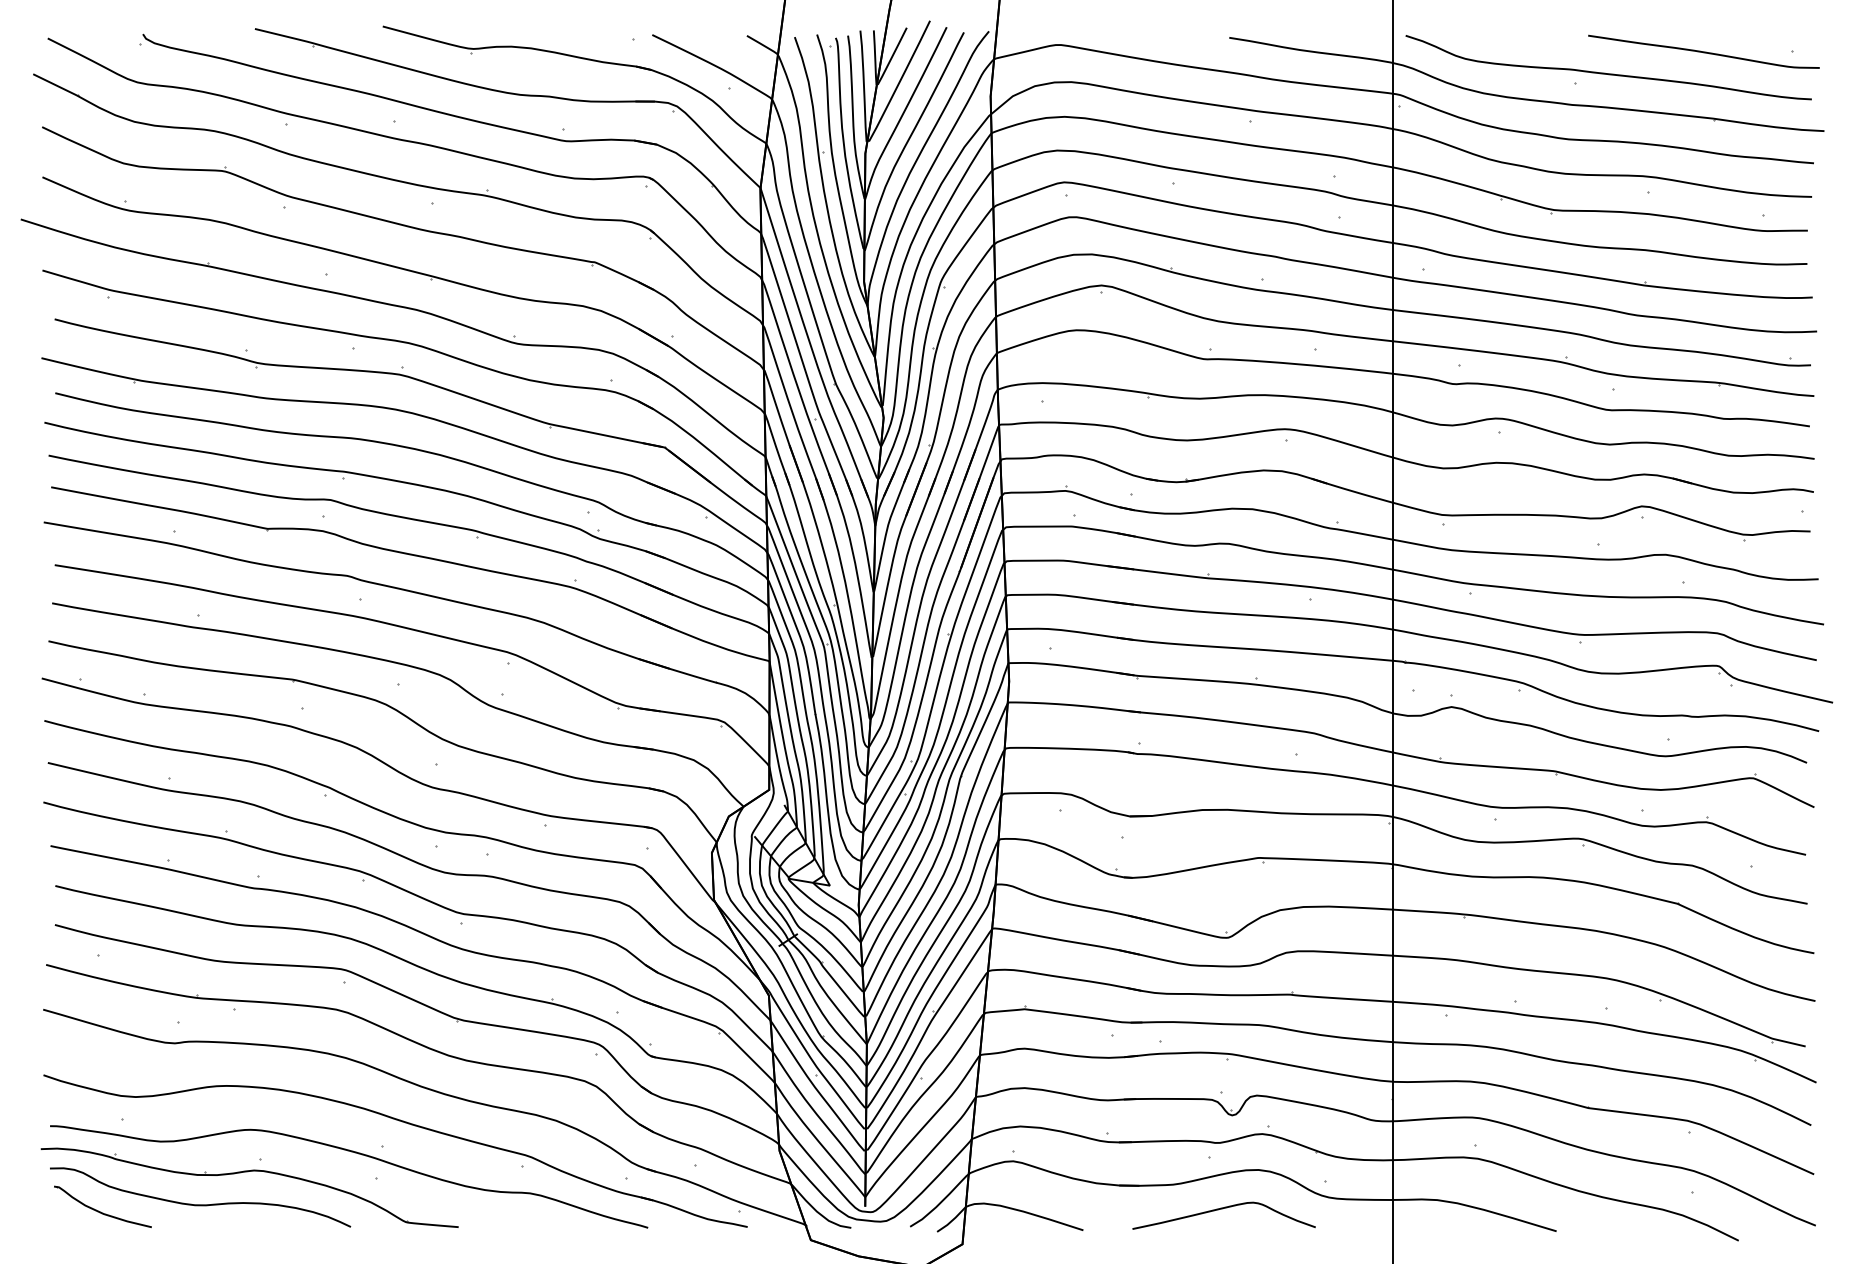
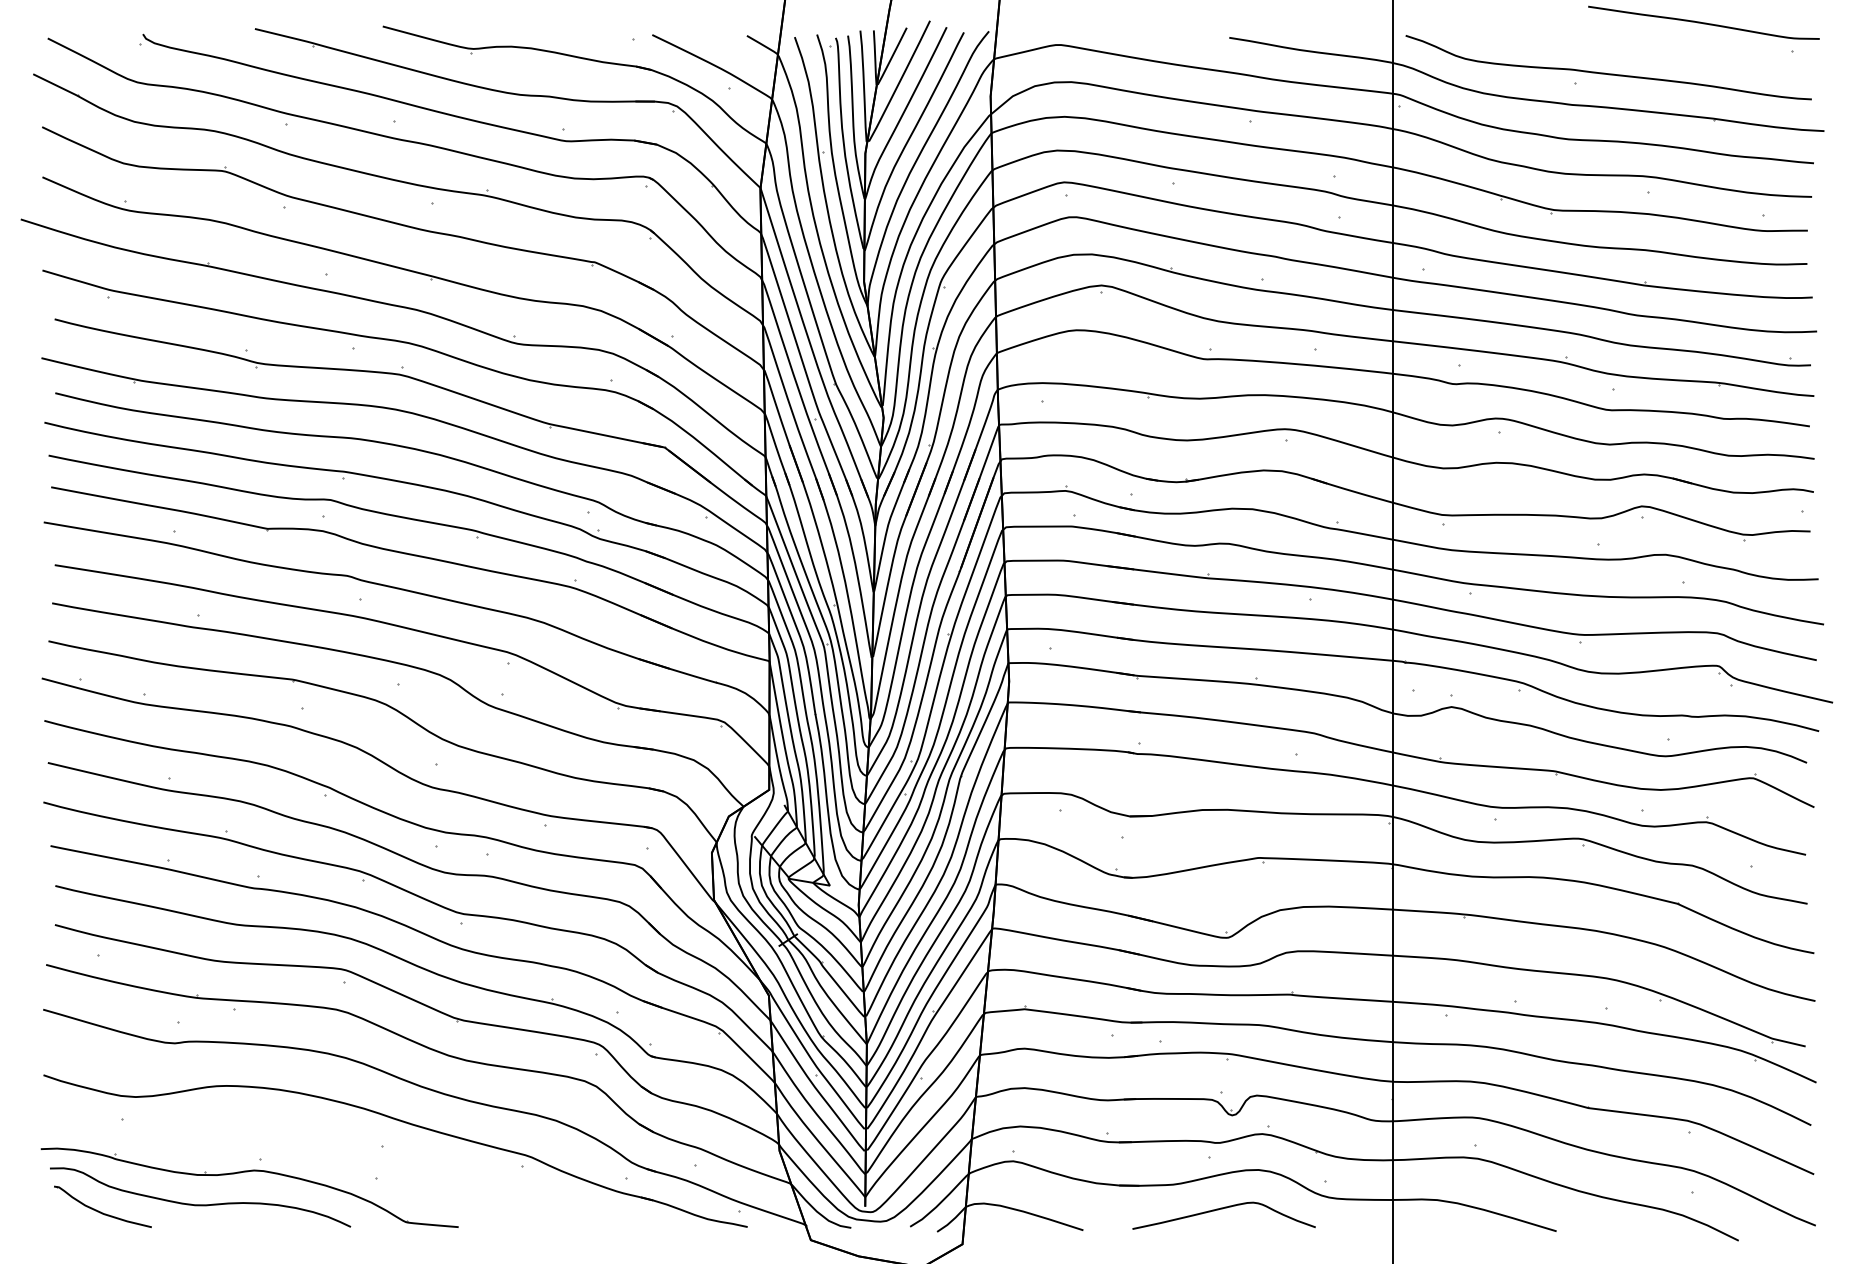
curve at (1703, 51) position: (1703, 51) -> (1703, 22)
curve at (355, 1153): present -> none
